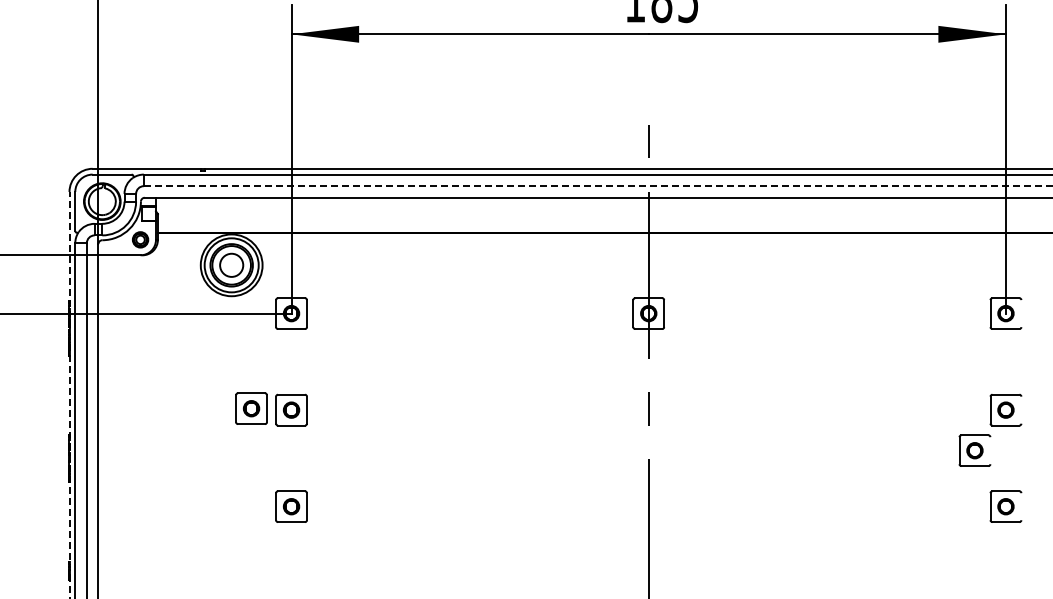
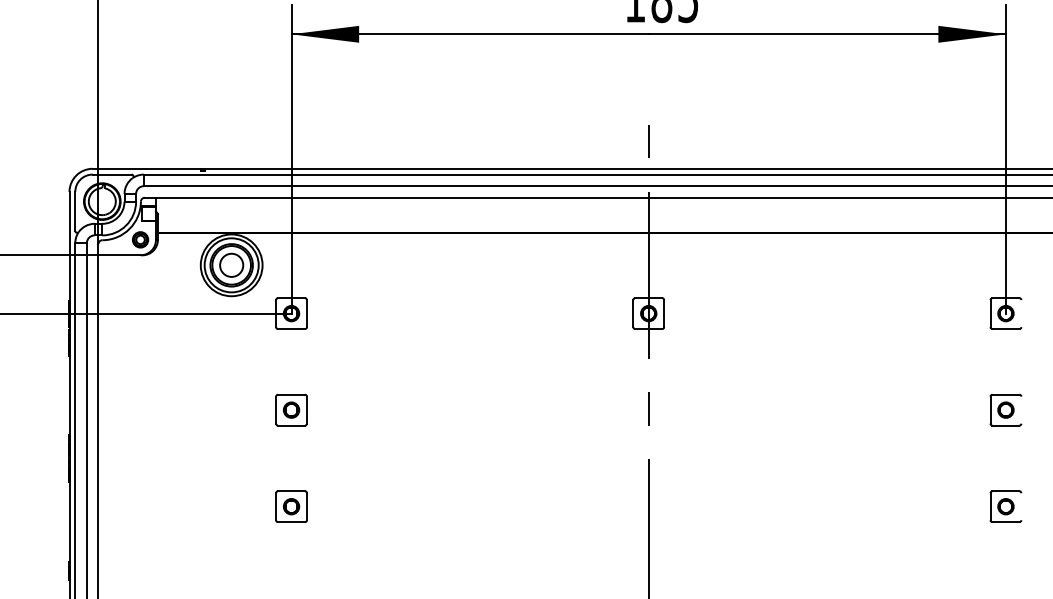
line at (598, 186): dashed -> solid
line at (69, 394): dashed -> solid
part at (251, 408): present -> none
part at (974, 450): present -> none
